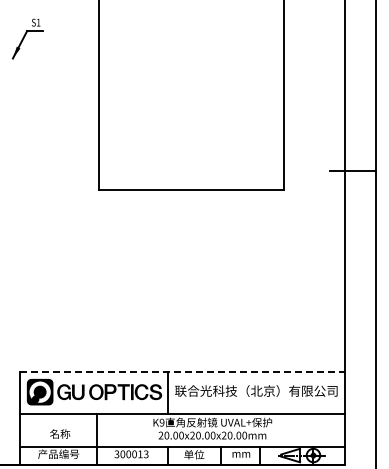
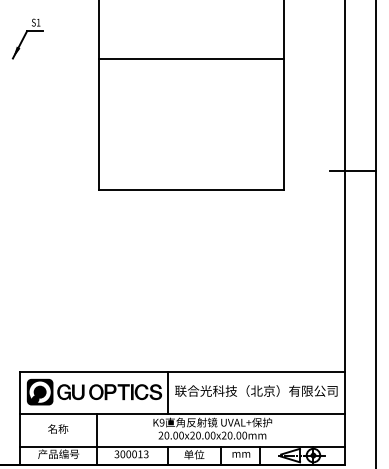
line at (191, 58): none -> present
line at (183, 371): dashed -> solid
text at (60, 433) position: (60, 433) -> (58, 428)
